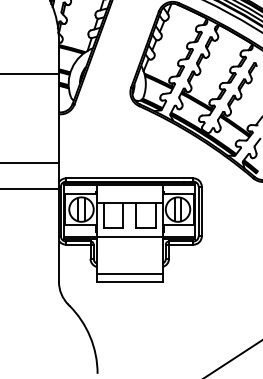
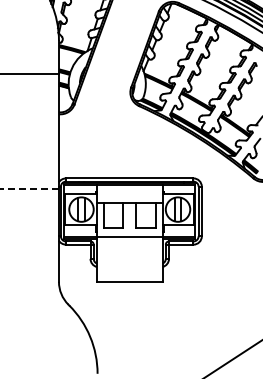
line at (30, 163): present -> none
line at (29, 188): solid -> dashed
line at (129, 273): present -> none
